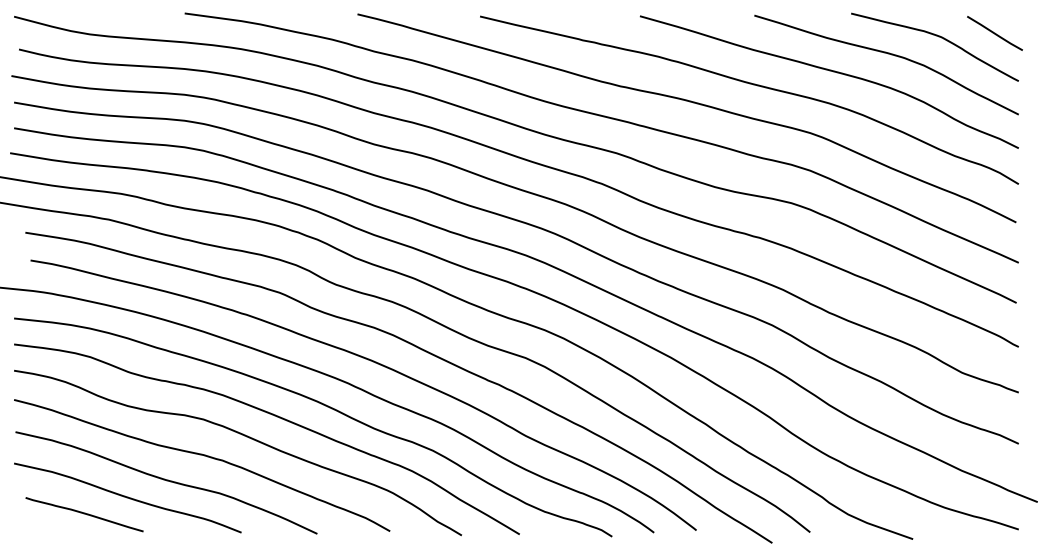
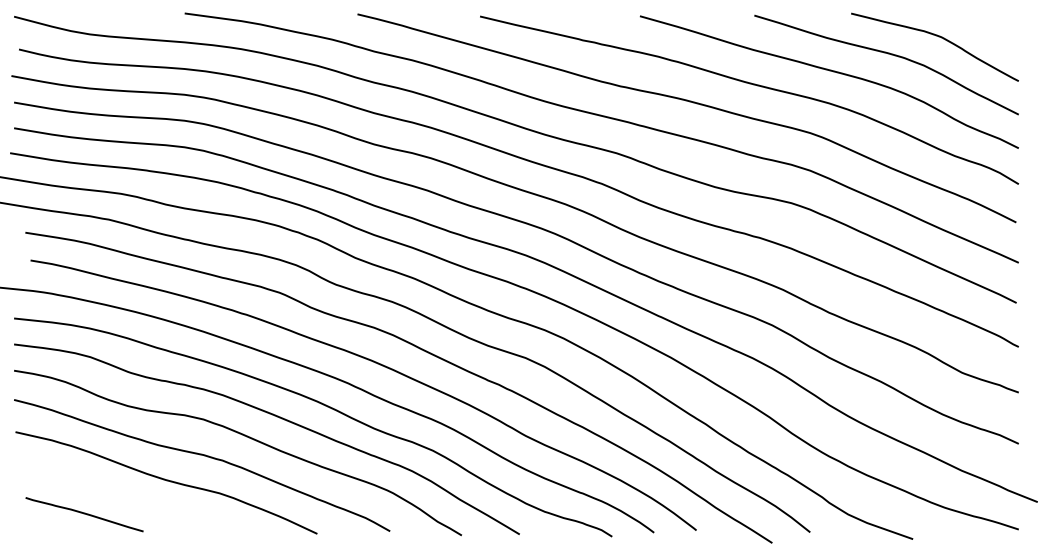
line at (994, 33): present -> none
curve at (127, 497): present -> none
